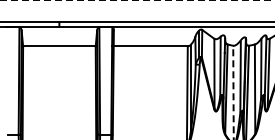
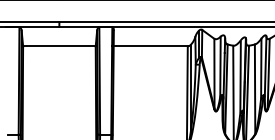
line at (137, 0): dashed -> solid
line at (233, 92): dashed -> solid
